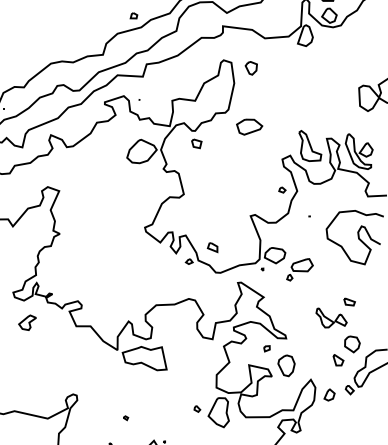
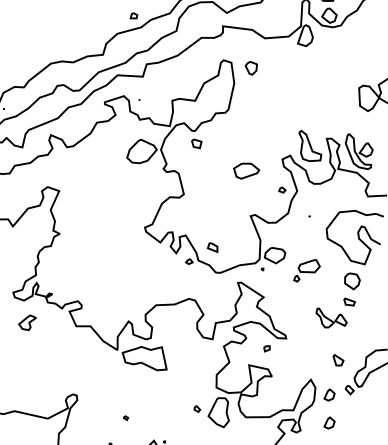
part at (249, 126) position: (249, 126) -> (246, 170)
part at (299, 269) position: (299, 269) -> (306, 270)
part at (352, 344) position: (352, 344) -> (352, 281)
part at (286, 365): present -> none
part at (329, 422): none -> present
